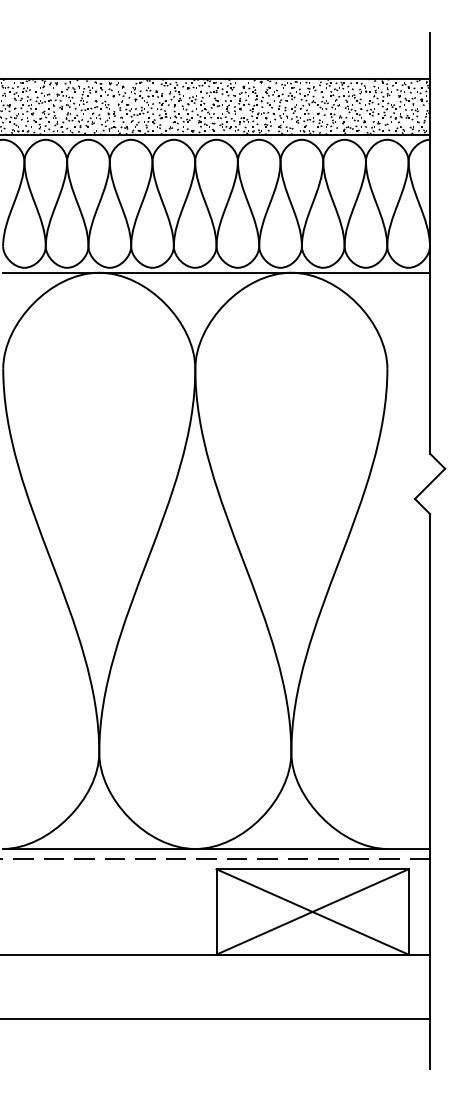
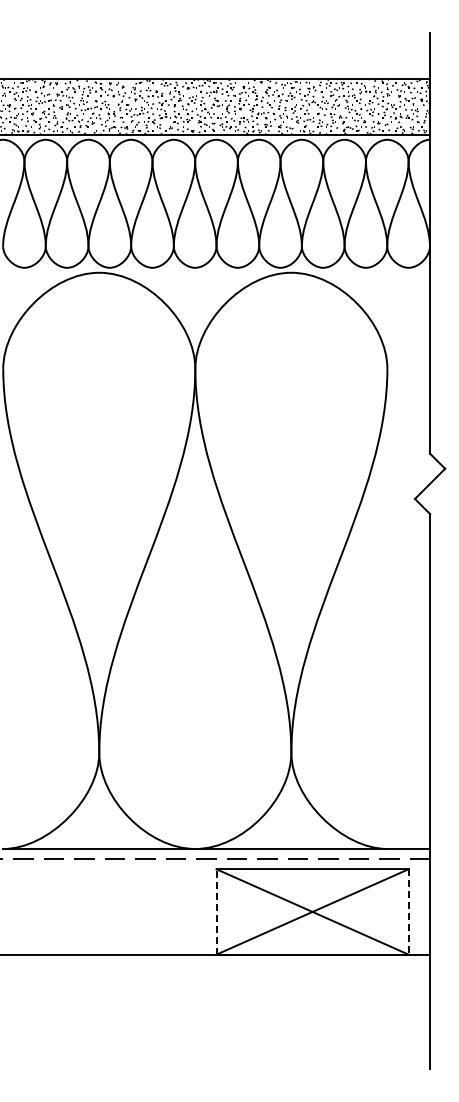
line at (216, 272): present -> none
line at (216, 911): solid -> dashed
line at (408, 911): solid -> dashed
line at (216, 1018): present -> none
